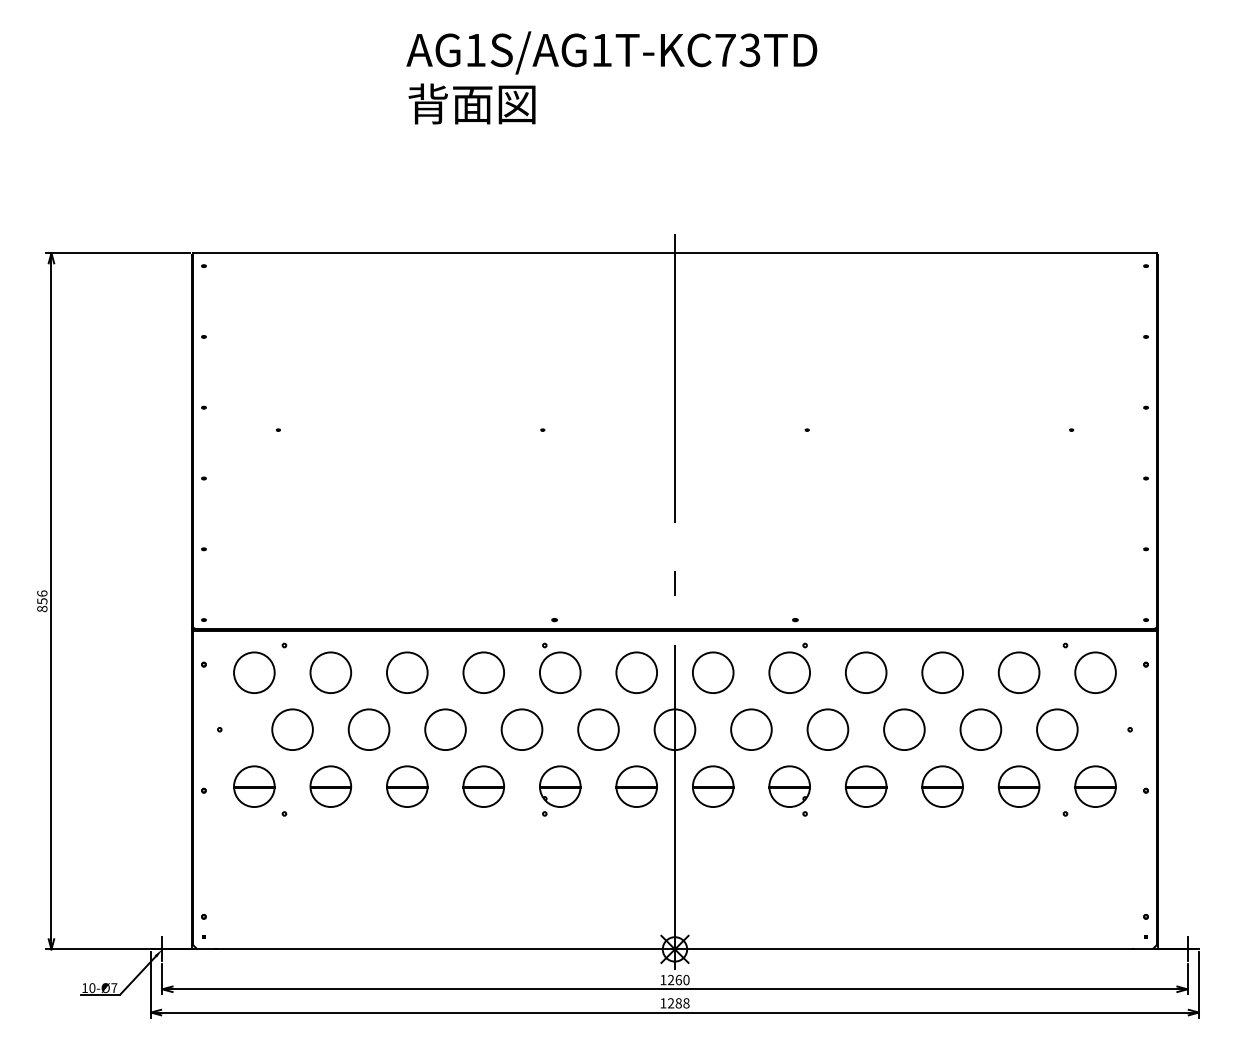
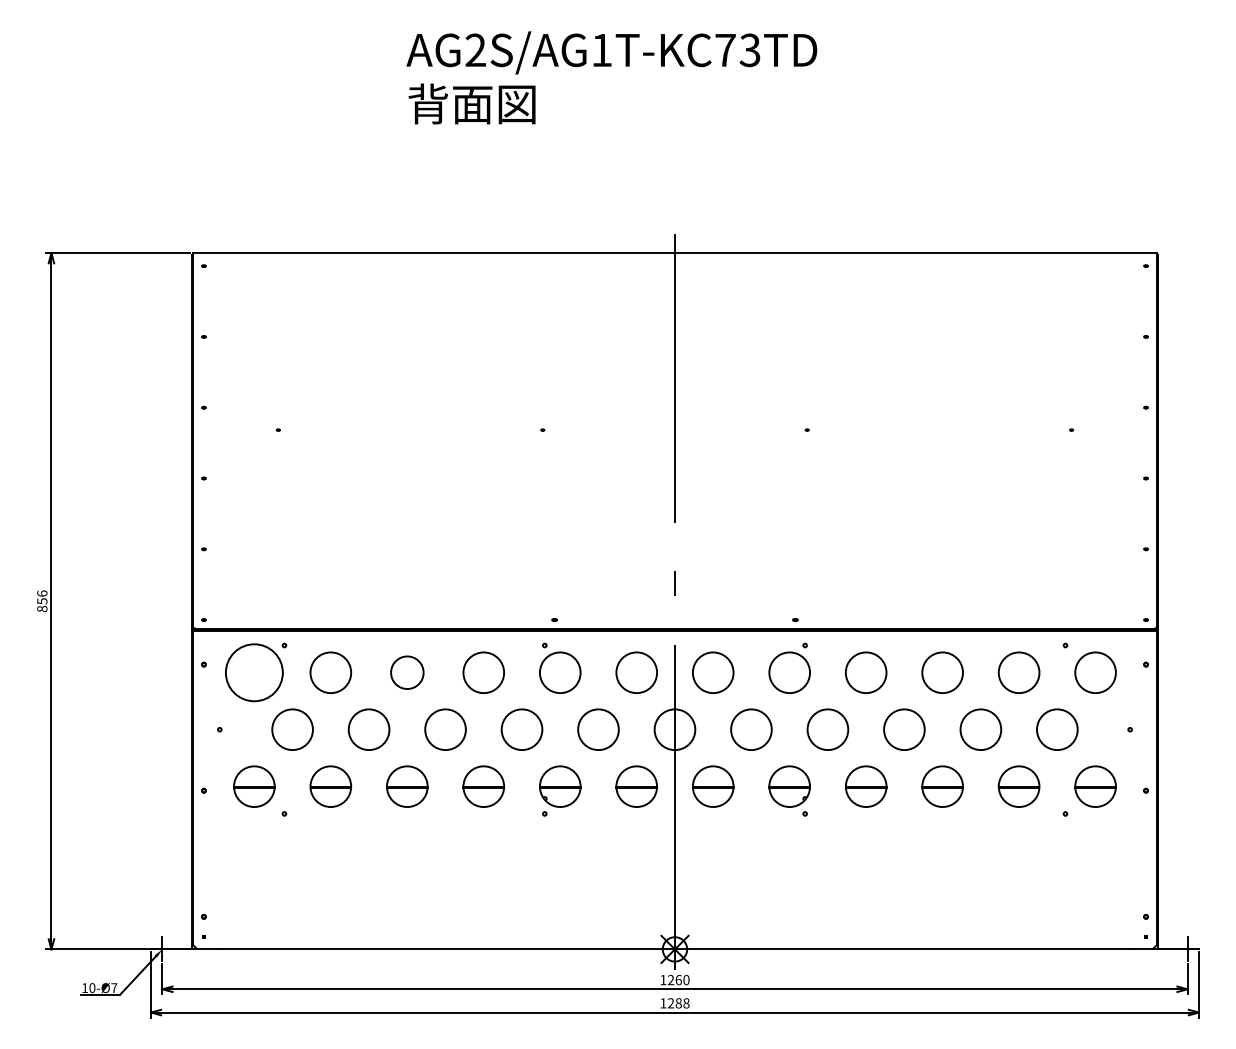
text at (475, 49): AG1S/AG1T-KC73TD -> AG2S/AG1T-KC73TD
circle at (254, 672) diameter: 41 px -> 57 px
circle at (407, 672) size: 43x43 px -> 35x35 px
